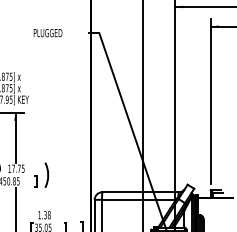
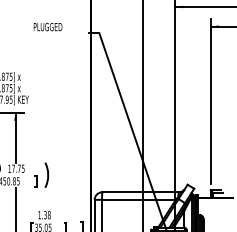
text at (47, 33) position: (47, 33) -> (47, 27)
